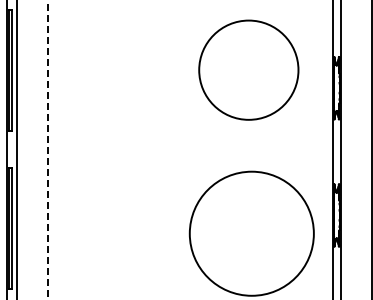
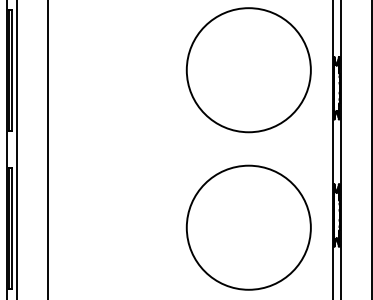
circle at (248, 69) diameter: 99 px -> 124 px
line at (48, 150): dashed -> solid
circle at (251, 233) position: (251, 233) -> (248, 227)
